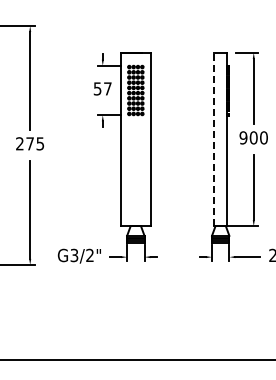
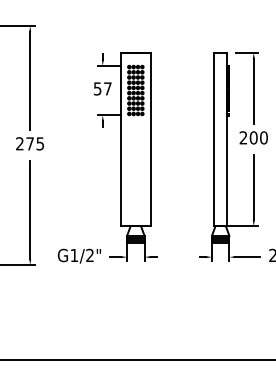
text at (243, 137): 900 -> 200
line at (214, 139): dashed -> solid
text at (74, 255): G3/2" -> G1/2"
